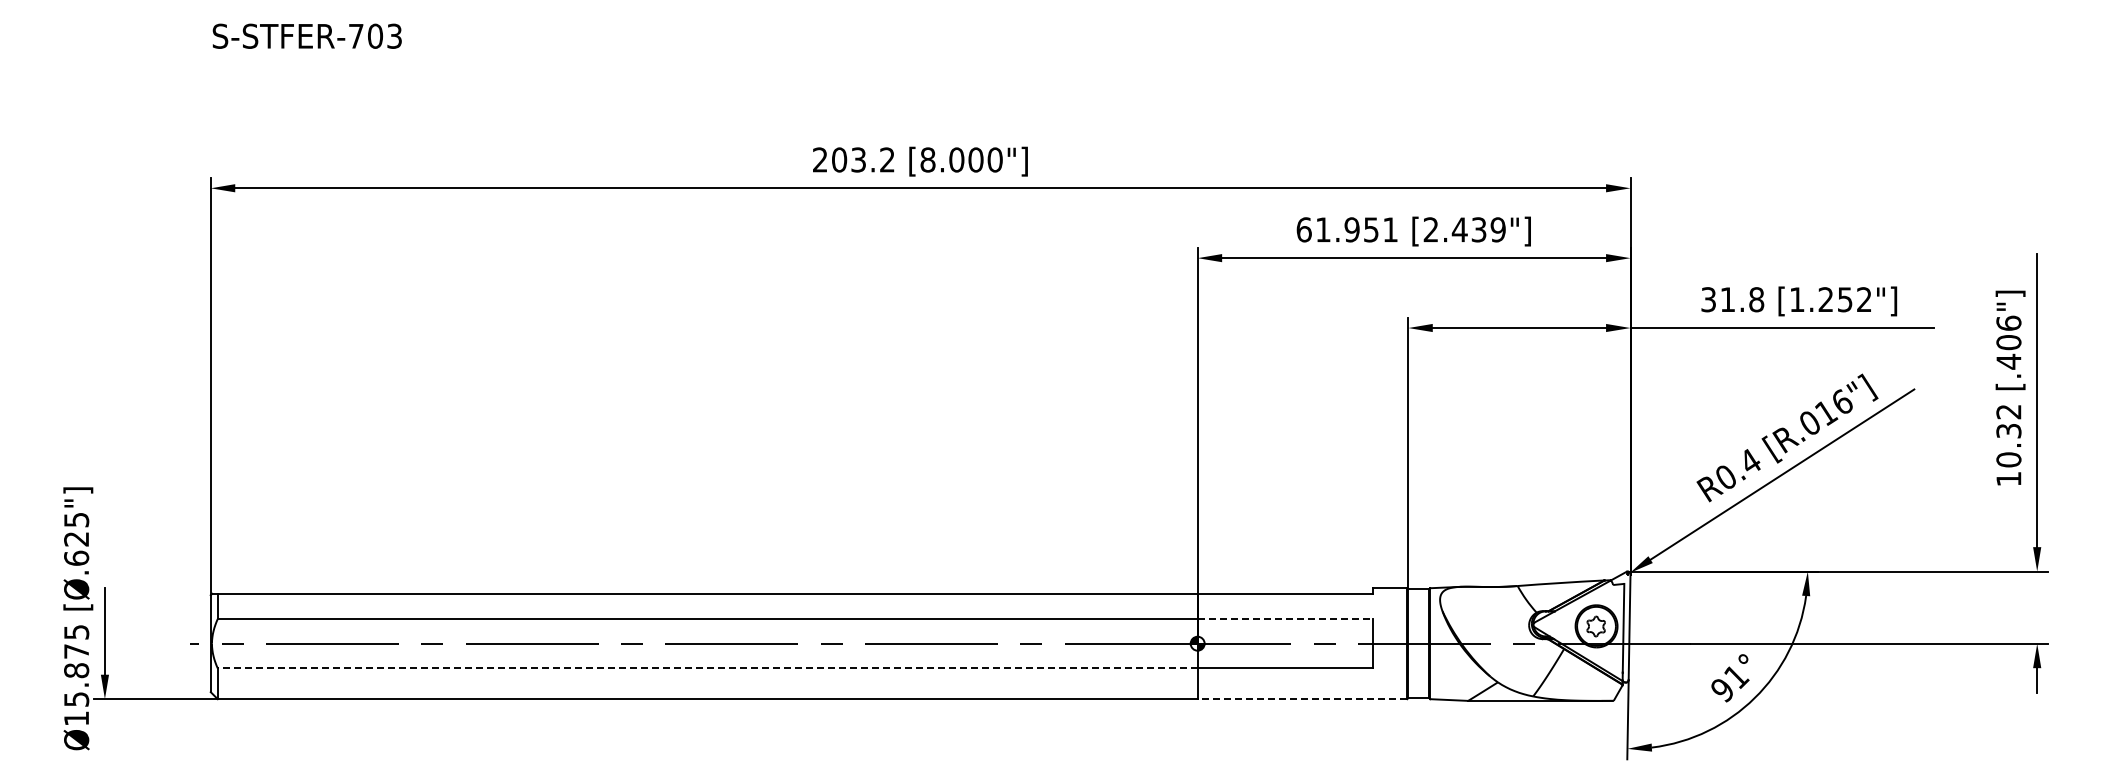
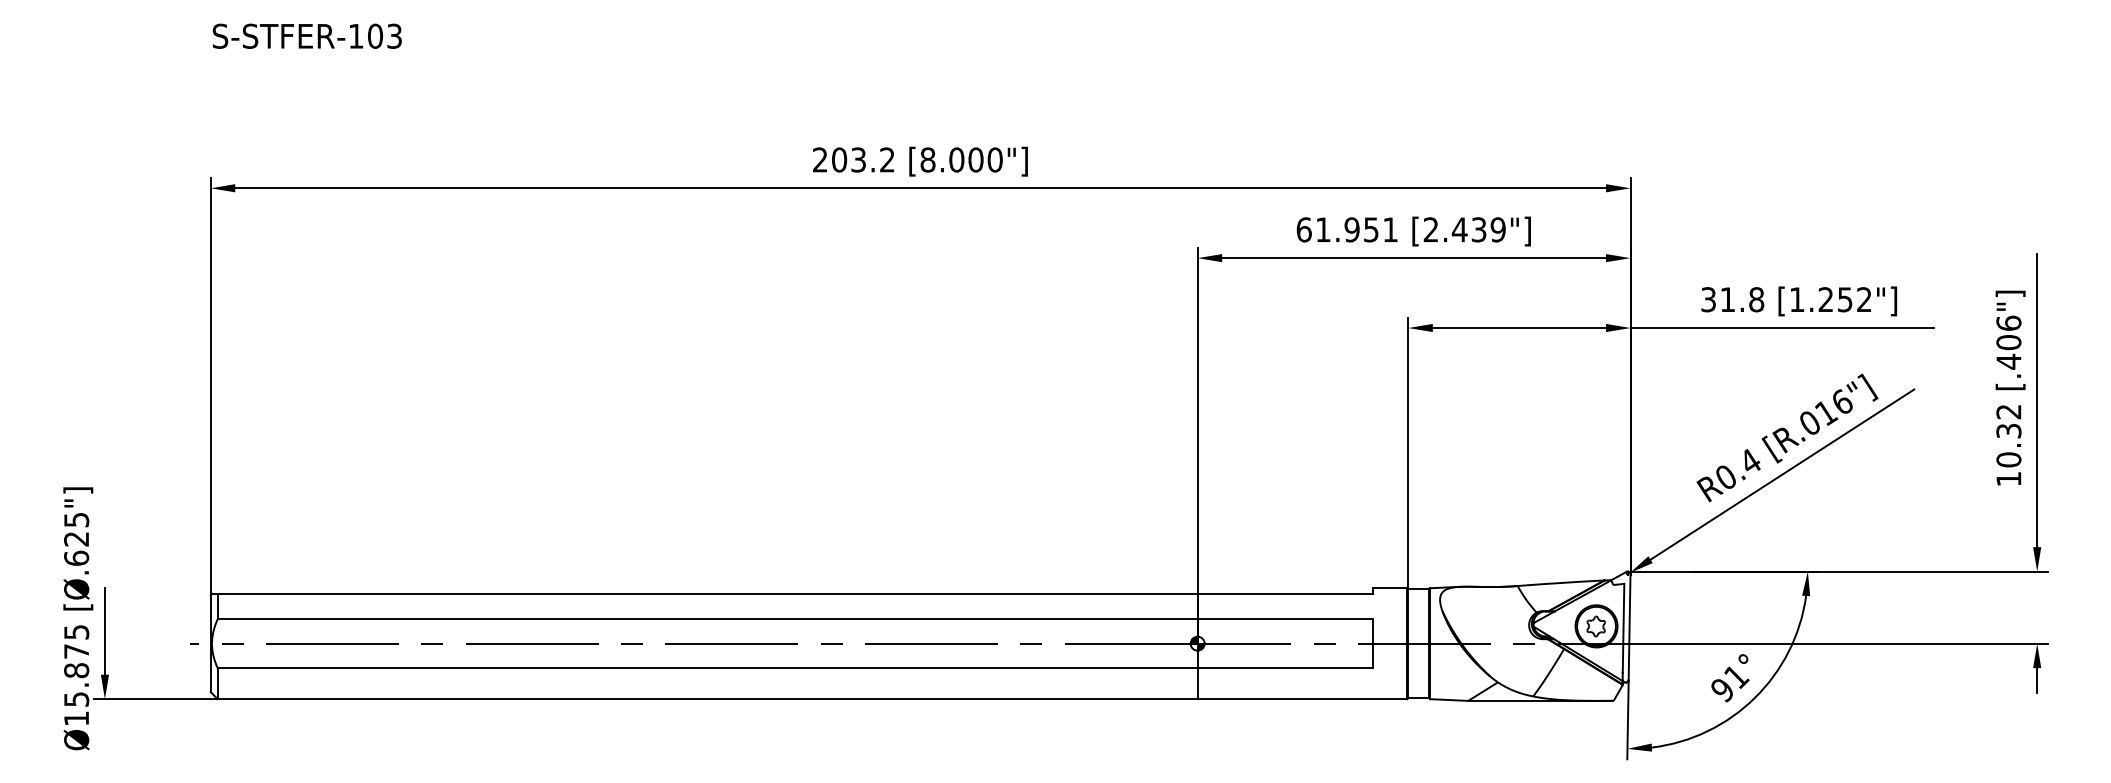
text at (356, 36): S-STFER-703 -> S-STFER-103
line at (1285, 619): dashed -> solid
line at (707, 668): dashed -> solid
line at (1302, 699): dashed -> solid
